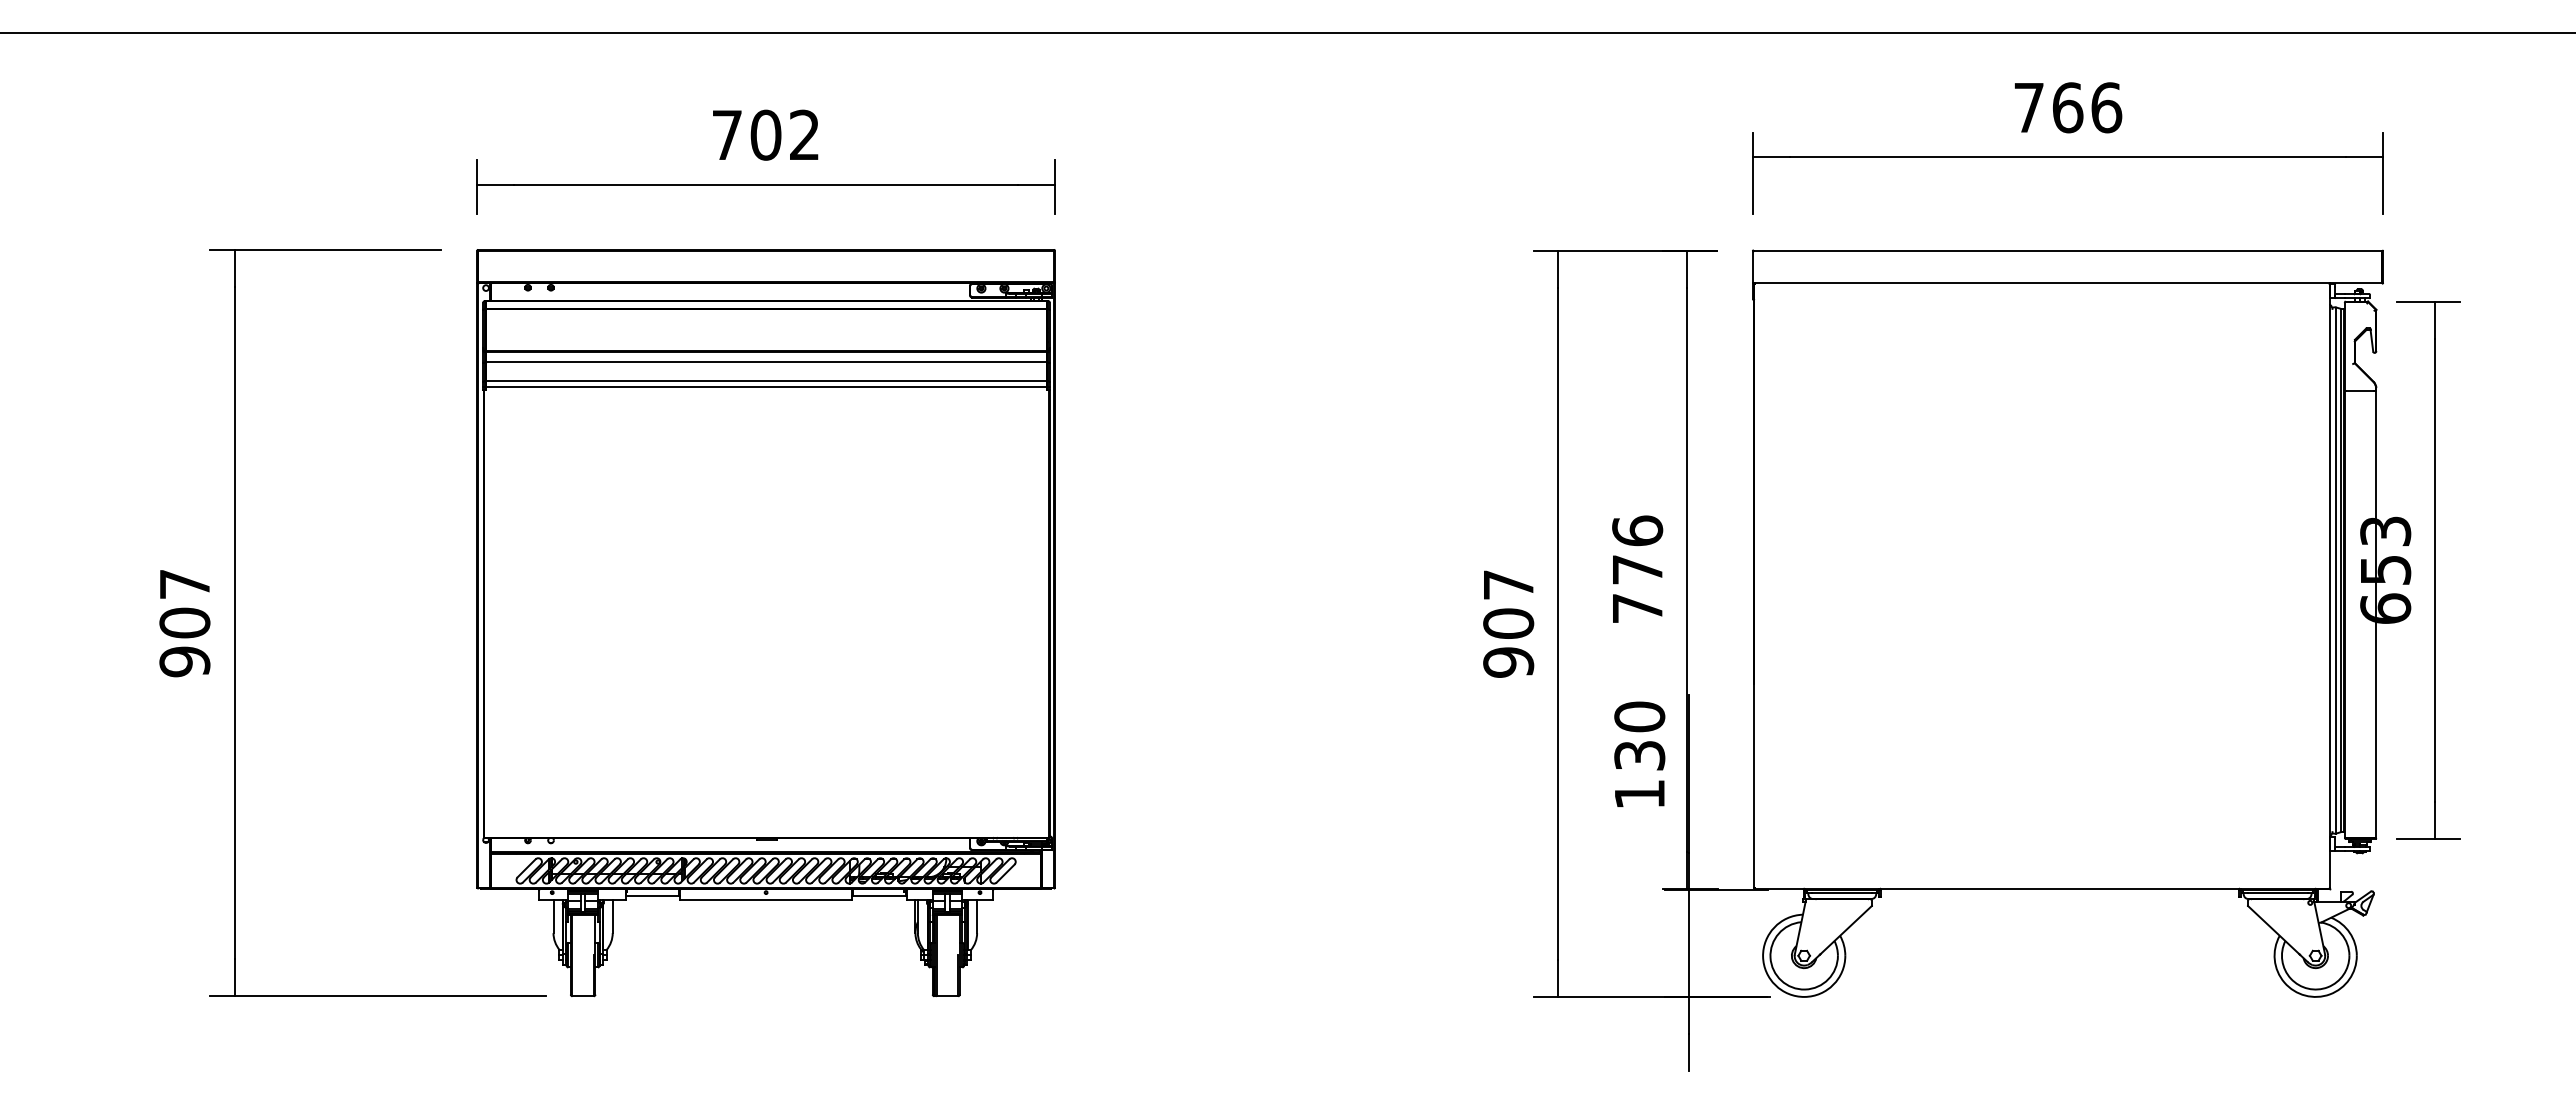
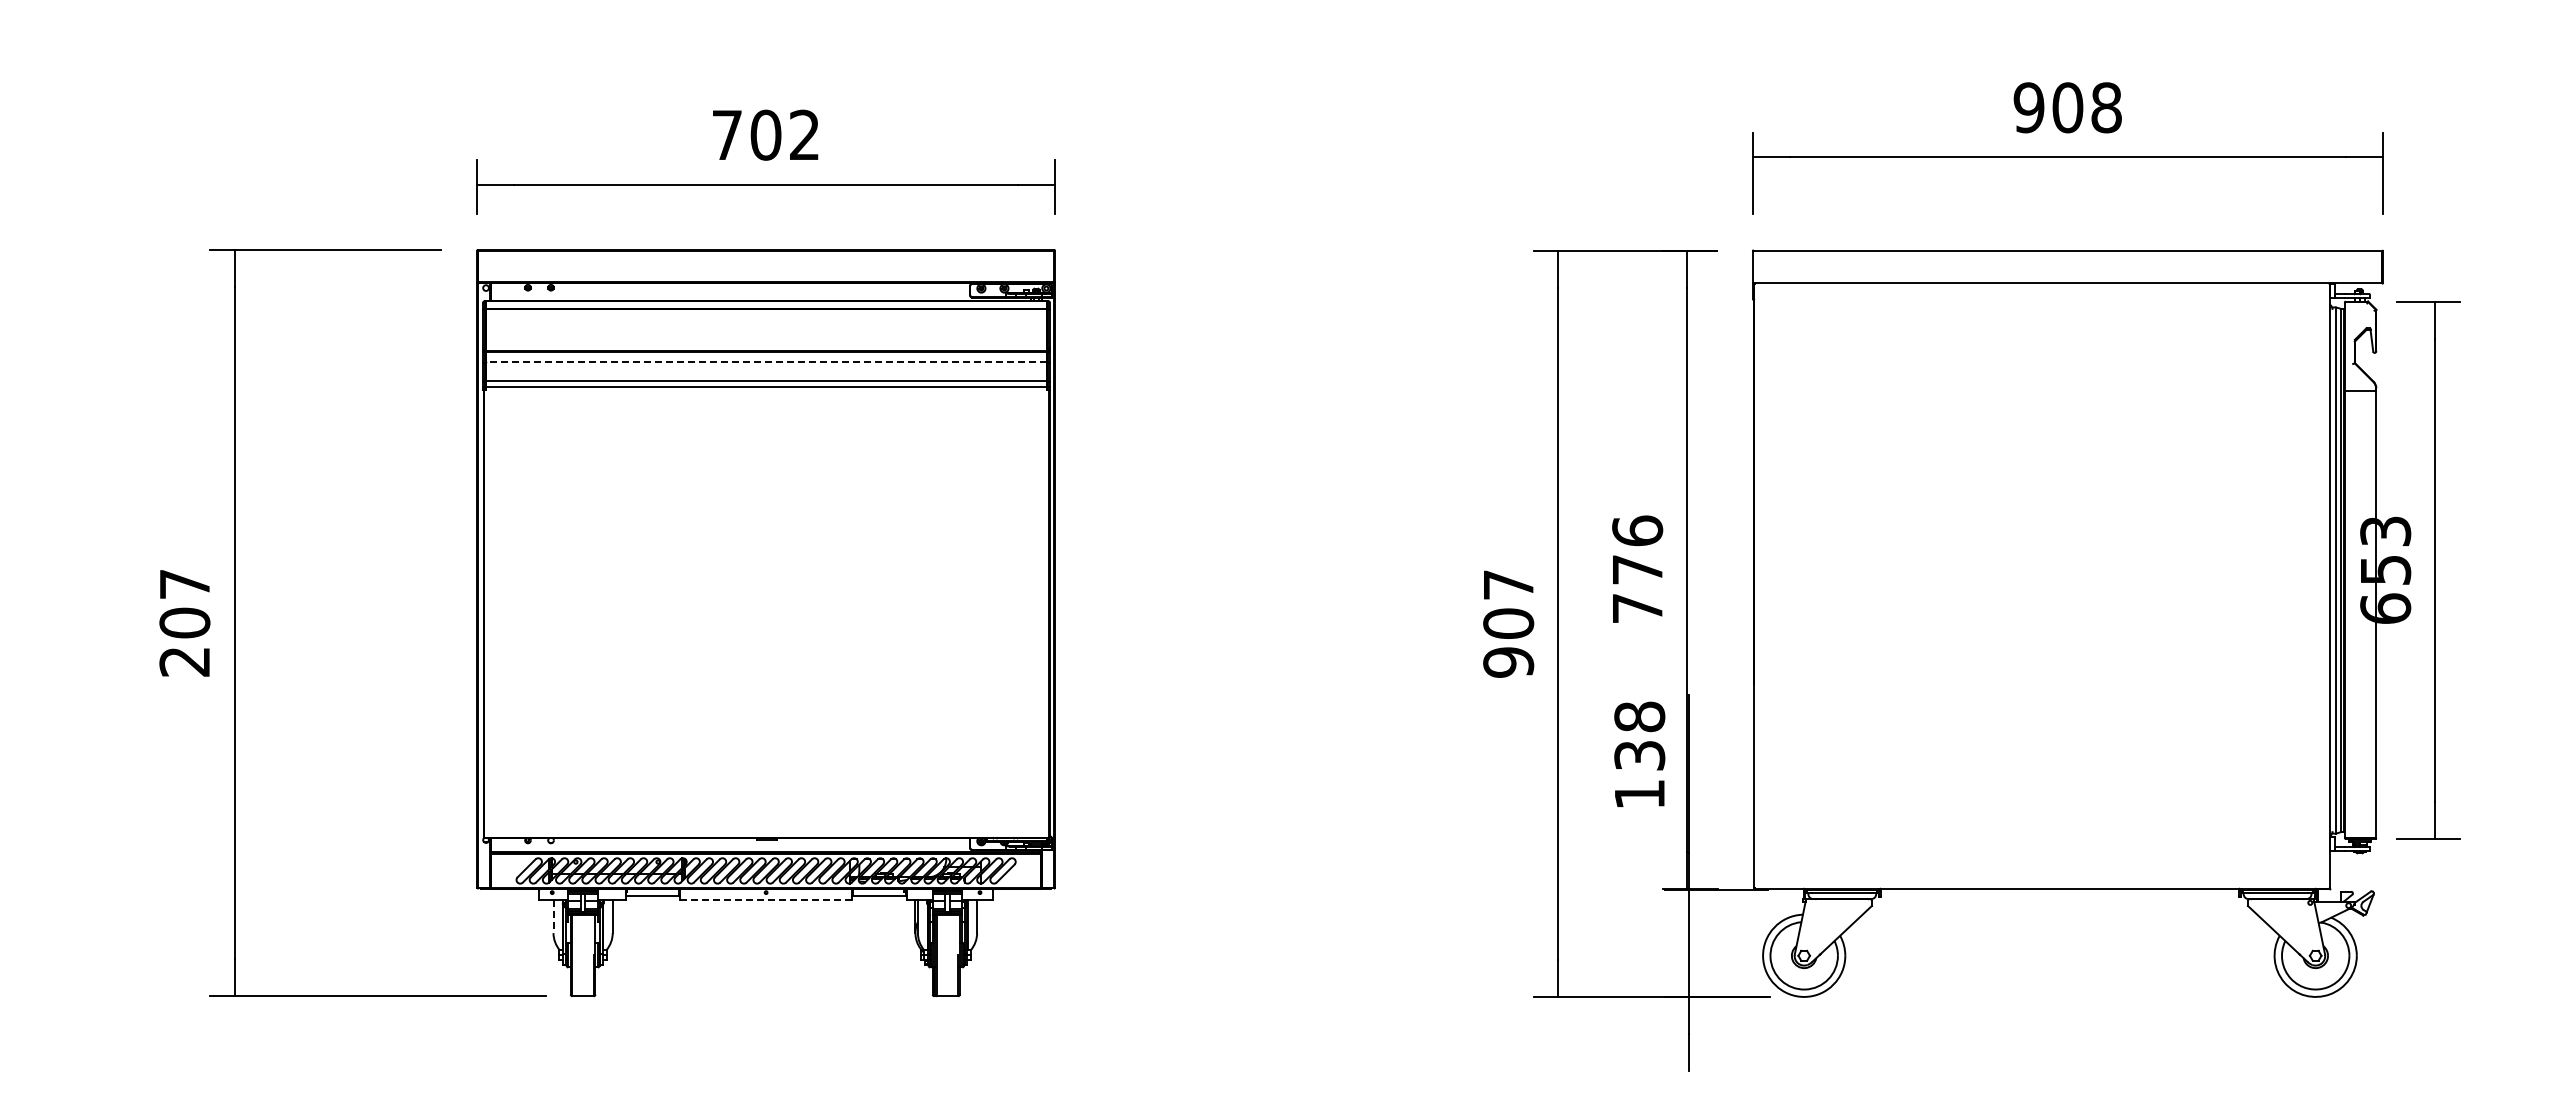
line at (1287, 33): present -> none
text at (2067, 107): 766 -> 908
line at (766, 362): solid -> dashed
text at (184, 661): 907 -> 207
text at (1639, 716): 130 -> 138
line at (765, 900): solid -> dashed
line at (553, 917): solid -> dashed
